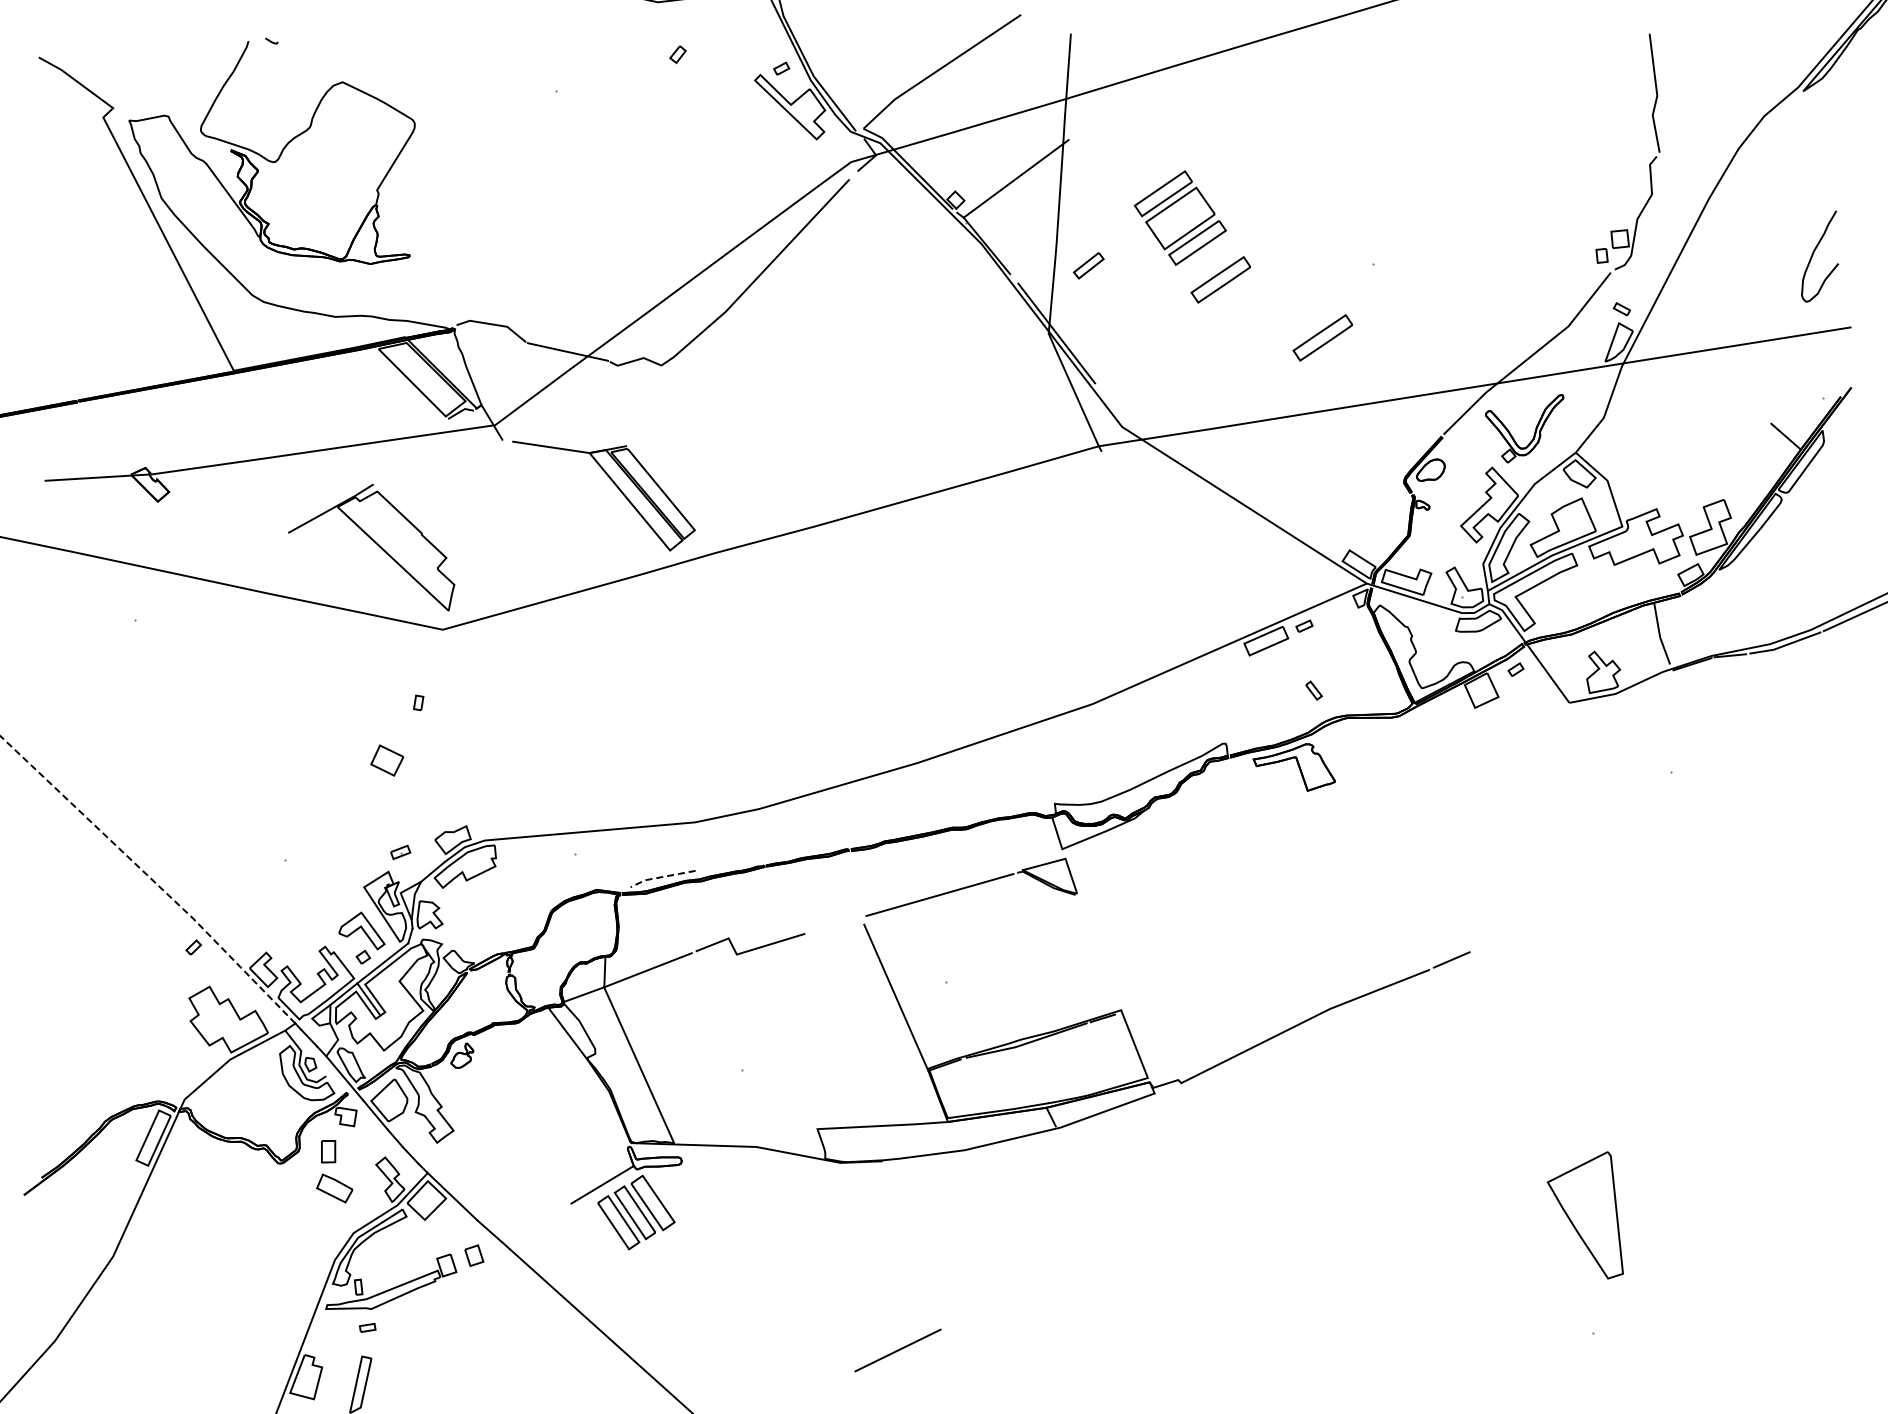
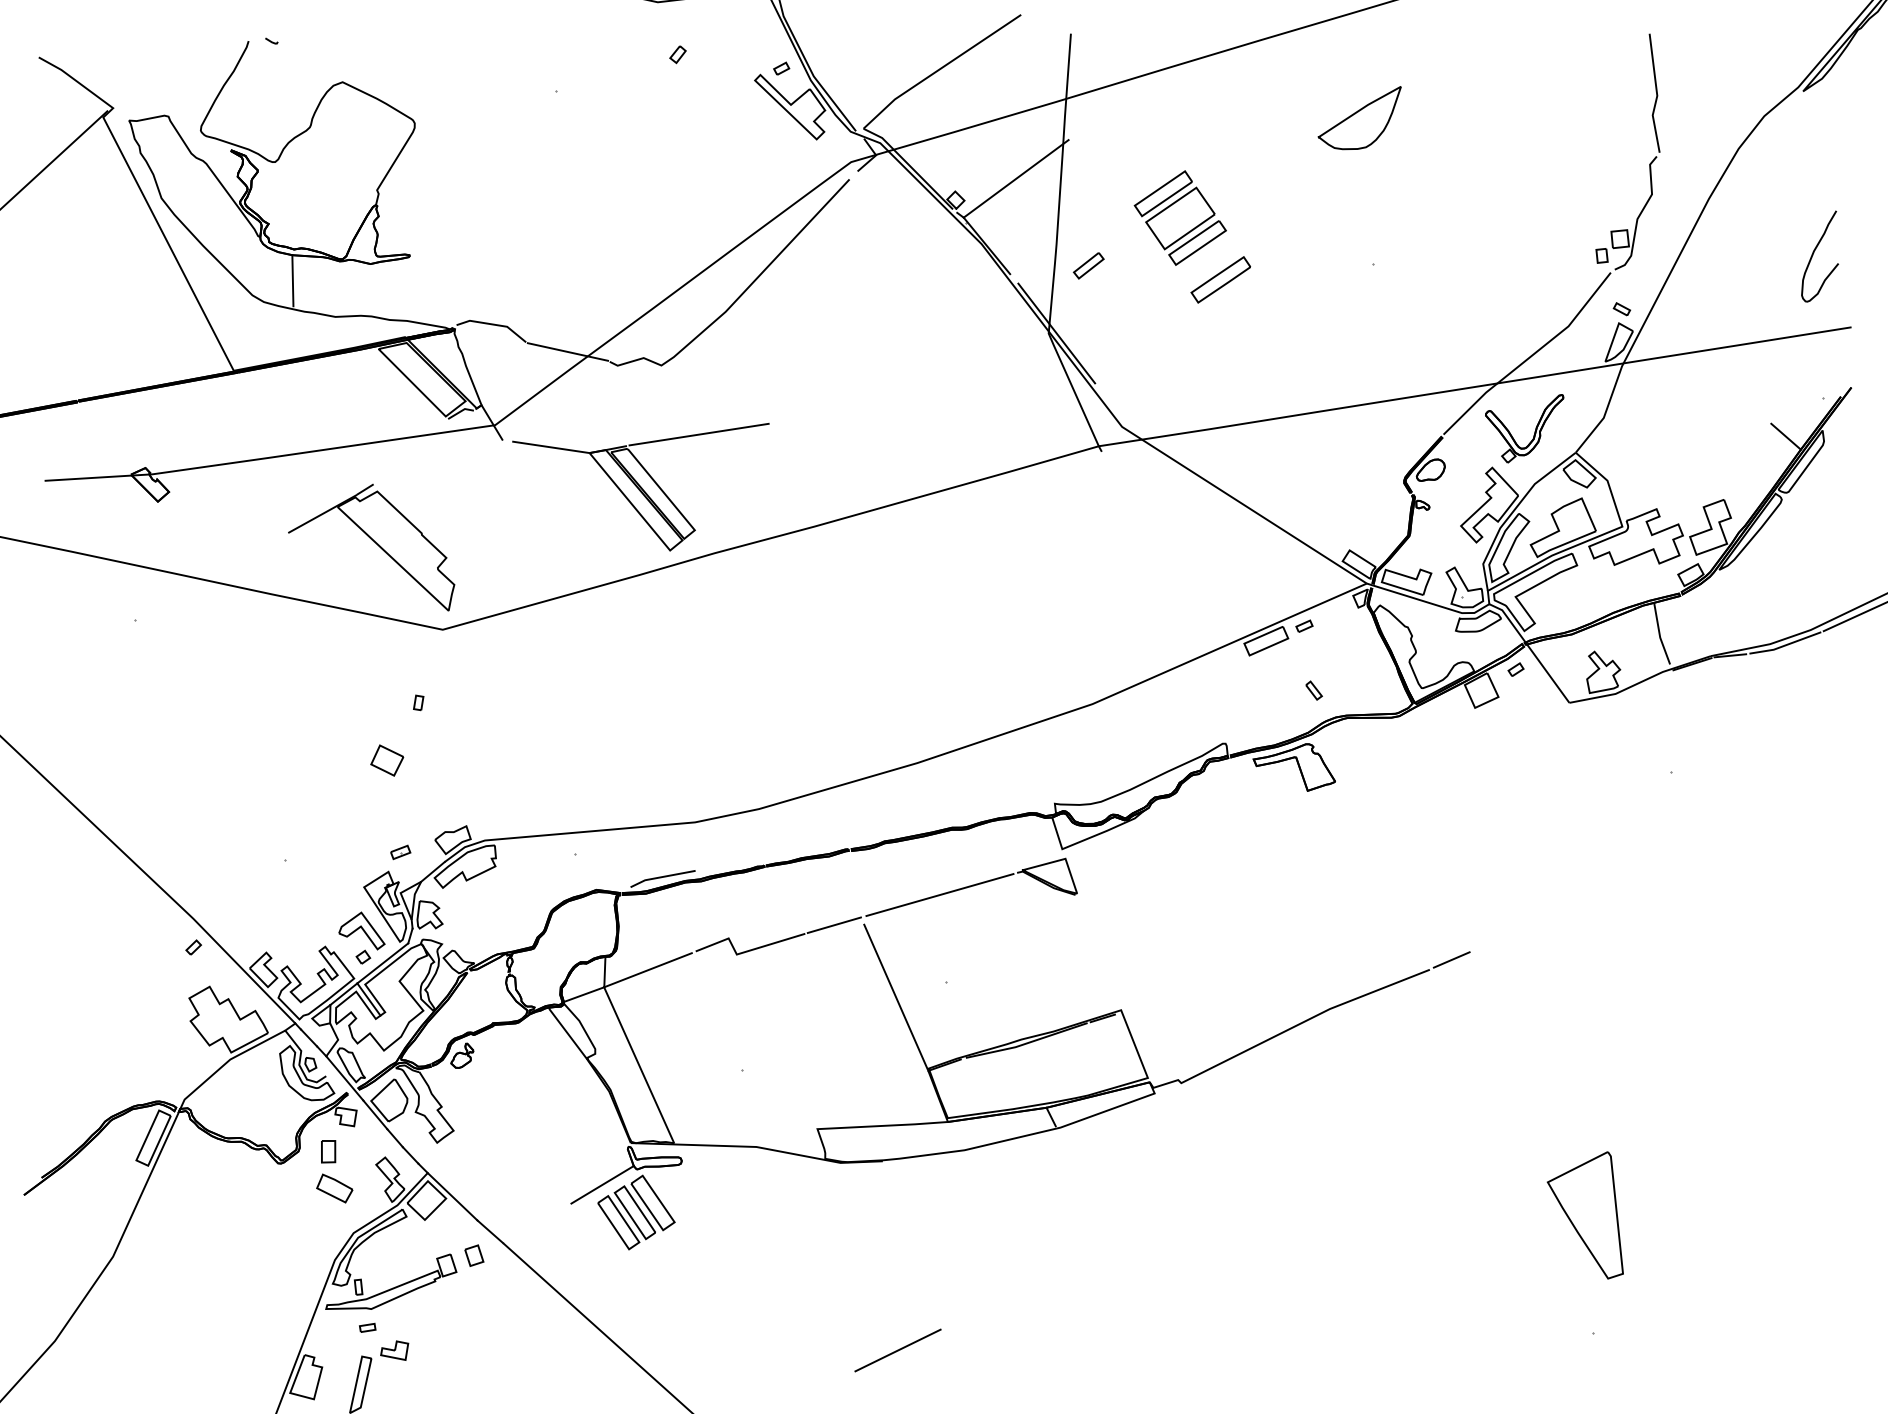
part at (1359, 118): none -> present
line at (54, 159): none -> present
line at (292, 280): none -> present
part at (1322, 337): present -> none
line at (698, 434): none -> present
line at (661, 877): dashed -> solid
line at (150, 878): dashed -> solid
line at (833, 924): none -> present
part at (394, 1350): none -> present
